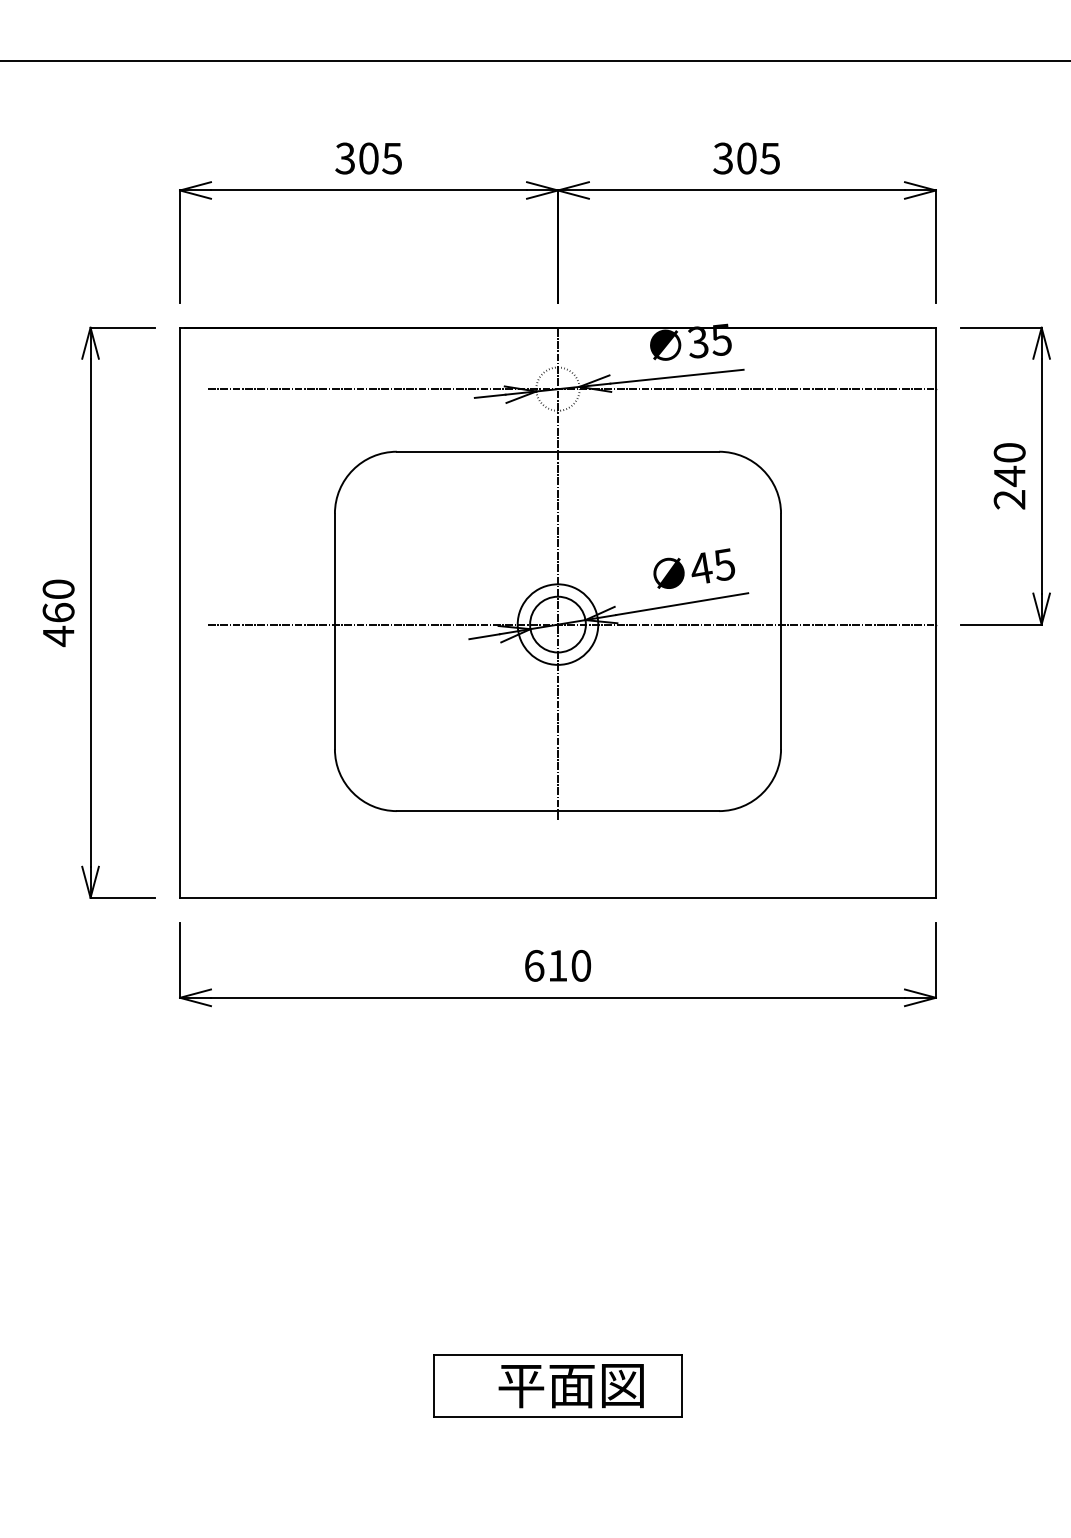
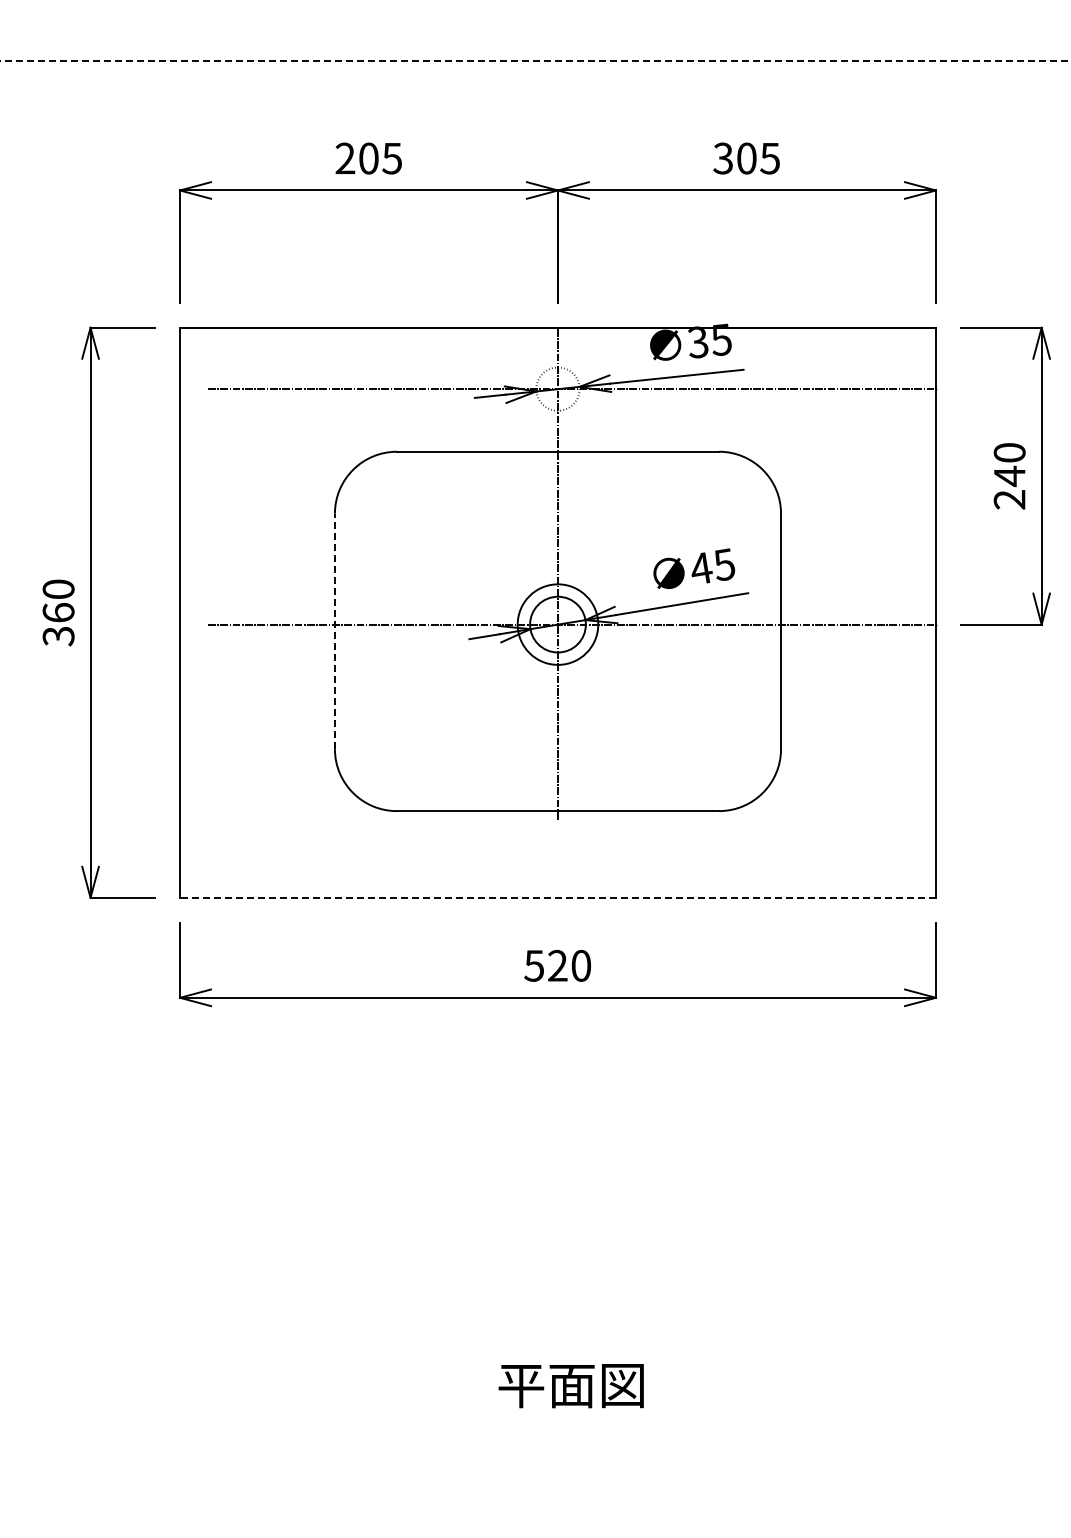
line at (536, 60): solid -> dashed
text at (345, 158): 305 -> 205
line at (334, 631): solid -> dashed
text at (58, 636): 460 -> 360
line at (557, 897): solid -> dashed
text at (545, 965): 610 -> 520
part at (557, 1385): present -> none
